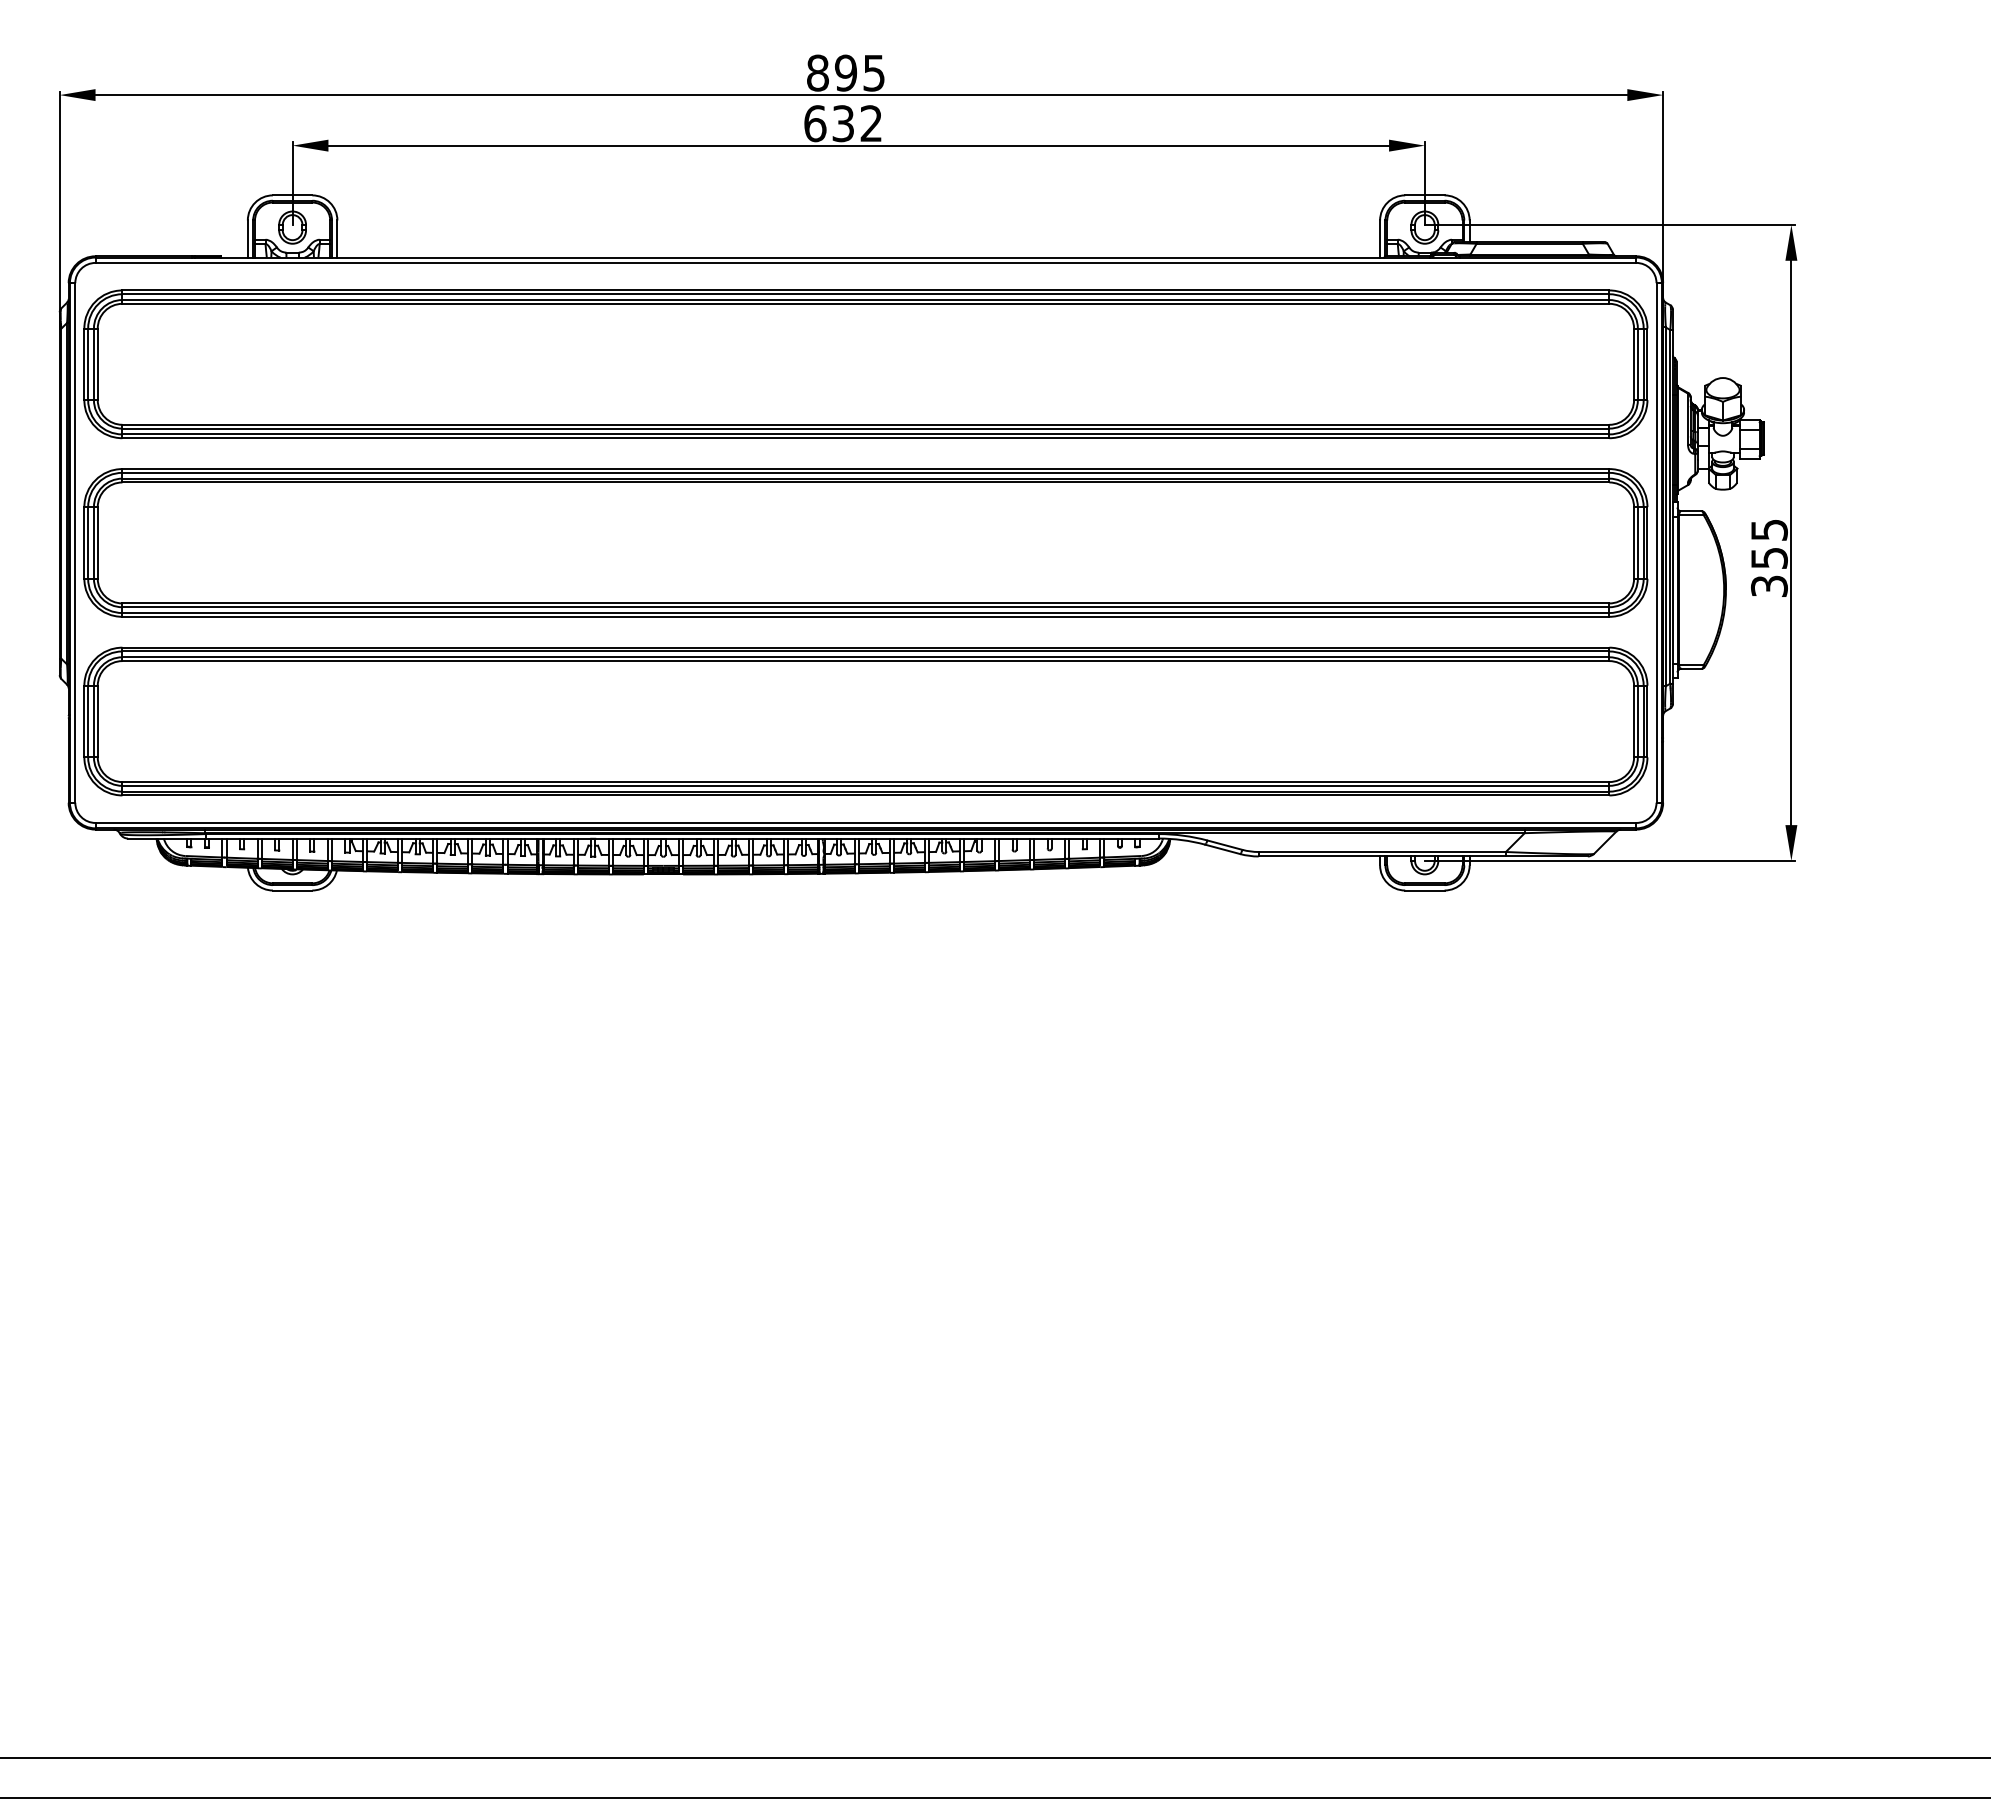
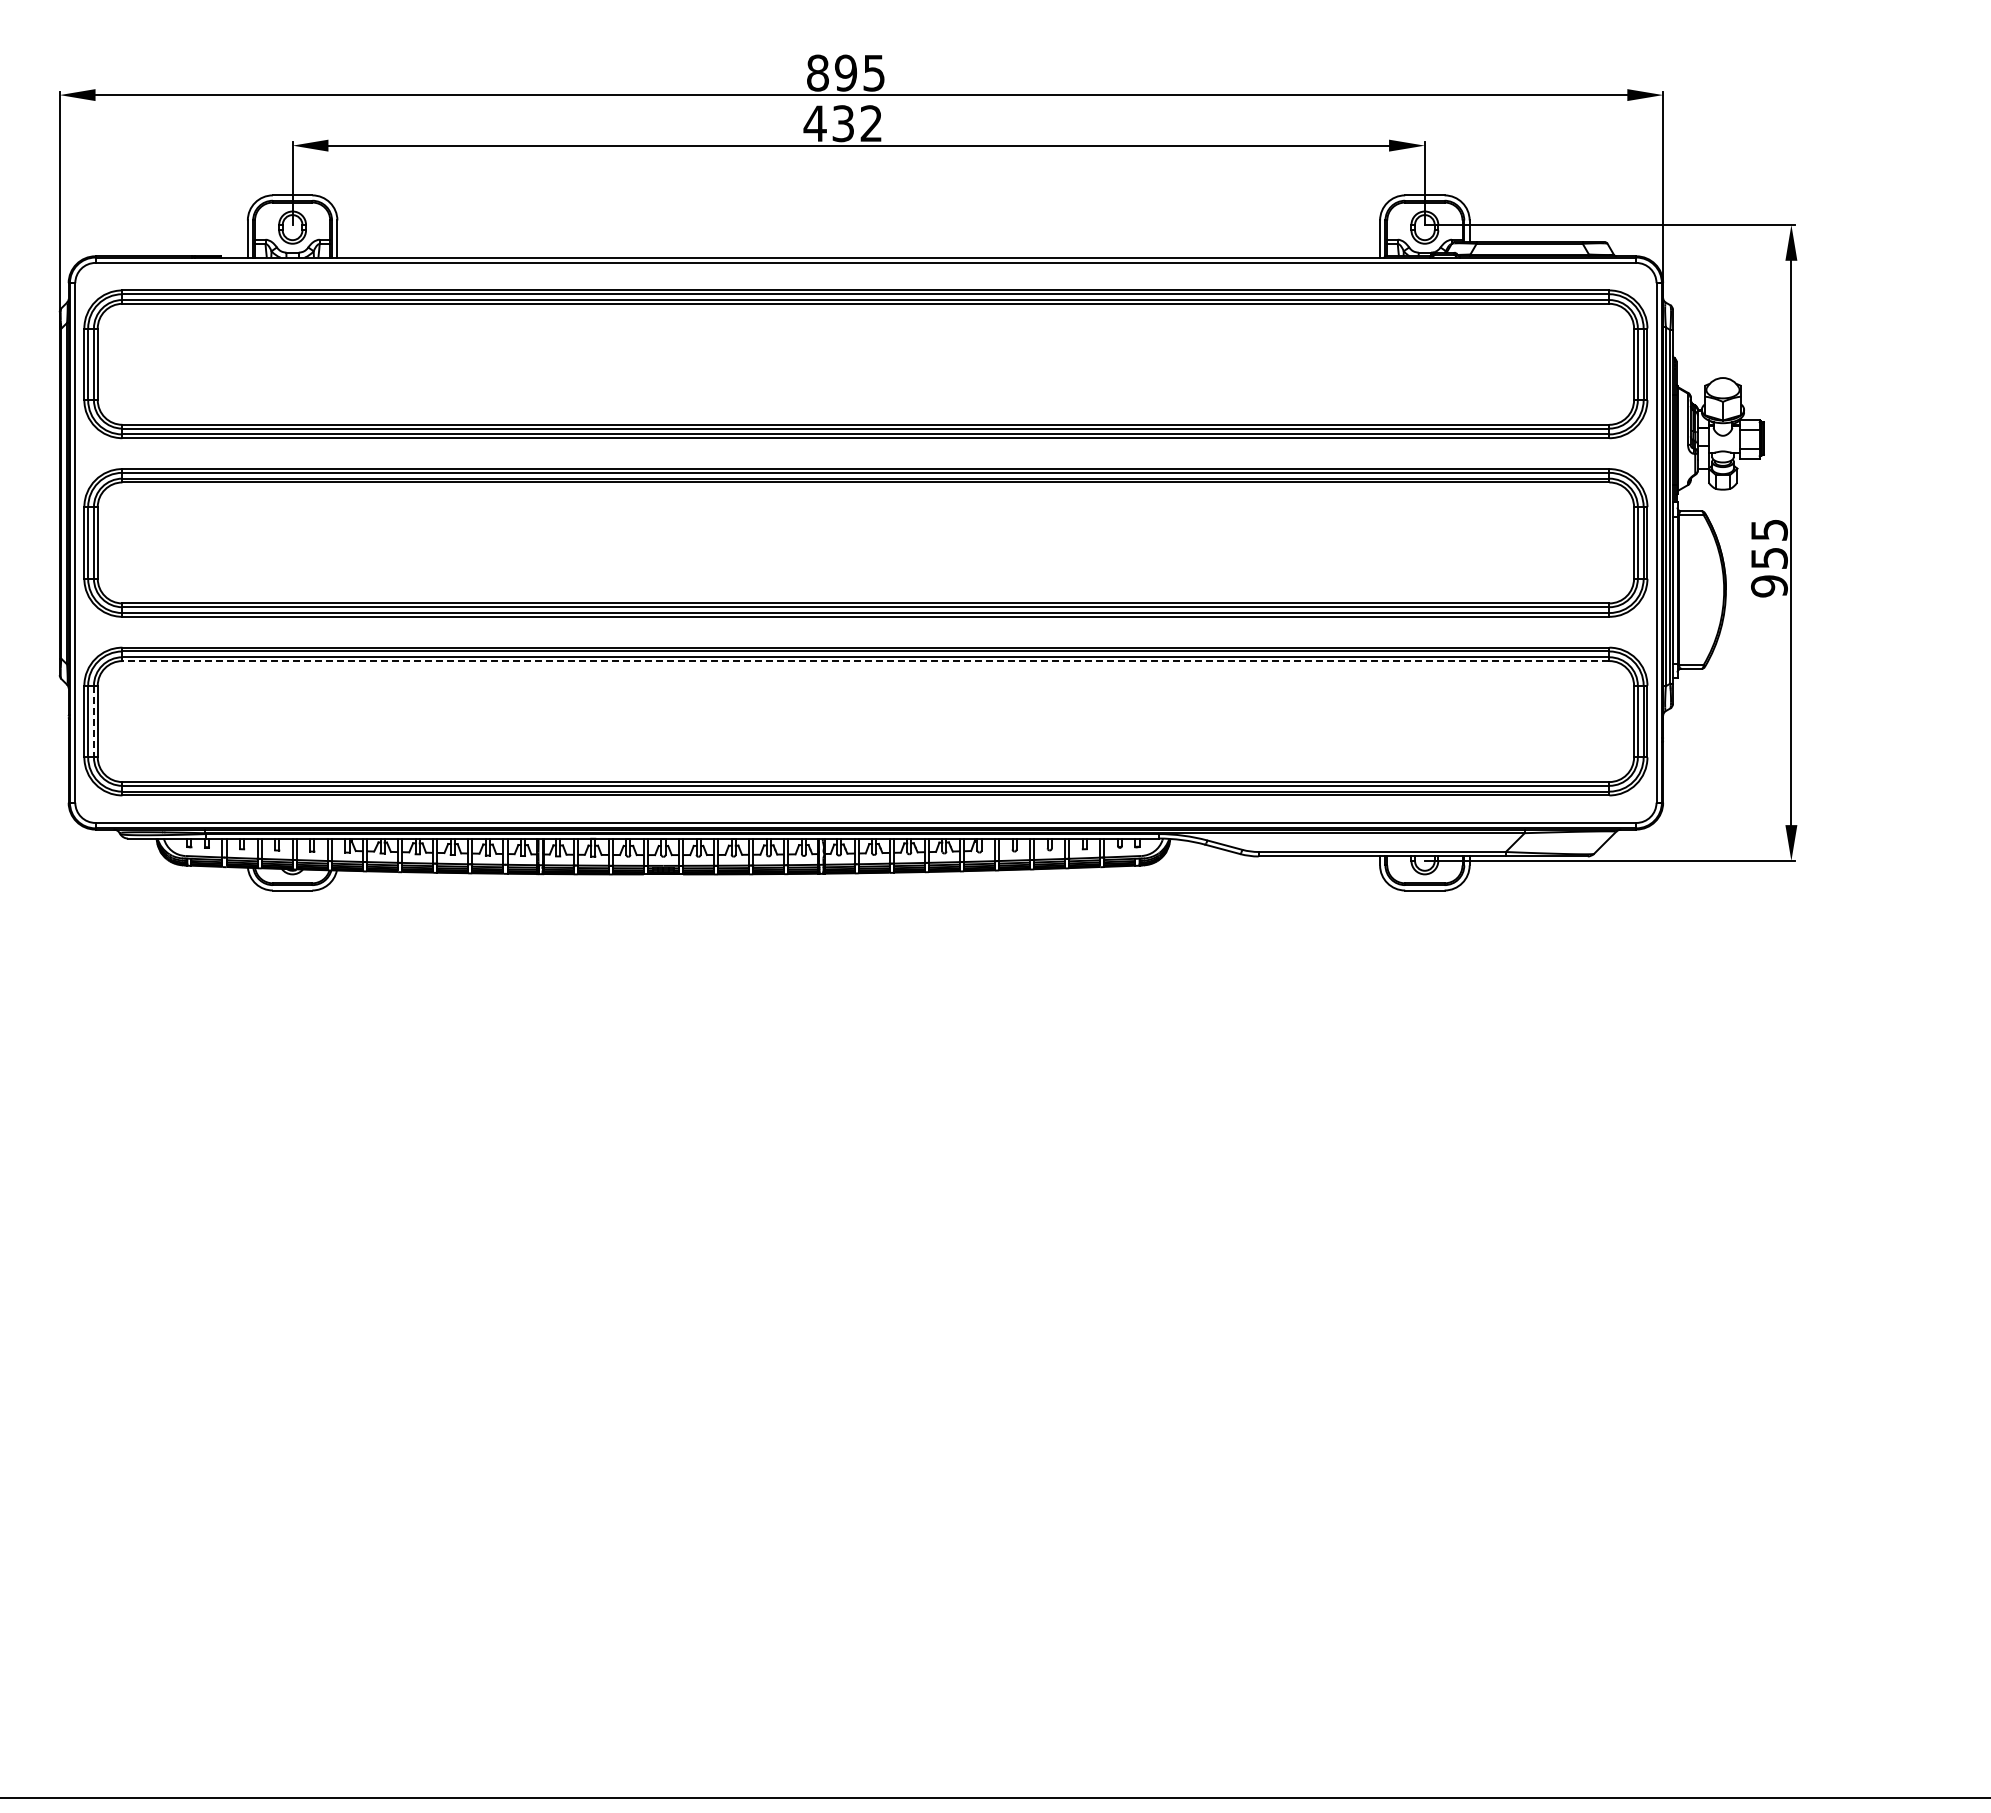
text at (814, 123): 632 -> 432
text at (1769, 586): 355 -> 955
line at (865, 661): solid -> dashed
line at (93, 721): solid -> dashed
line at (994, 1758): present -> none
